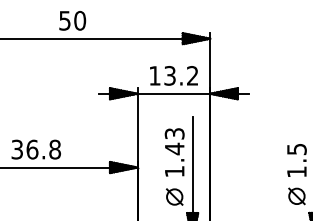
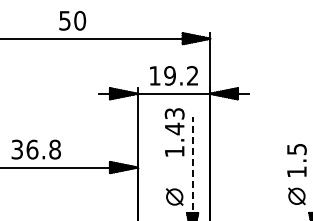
text at (169, 75): 13.2 -> 19.2
text at (174, 152) position: (174, 152) -> (174, 132)
line at (192, 168): solid -> dashed
